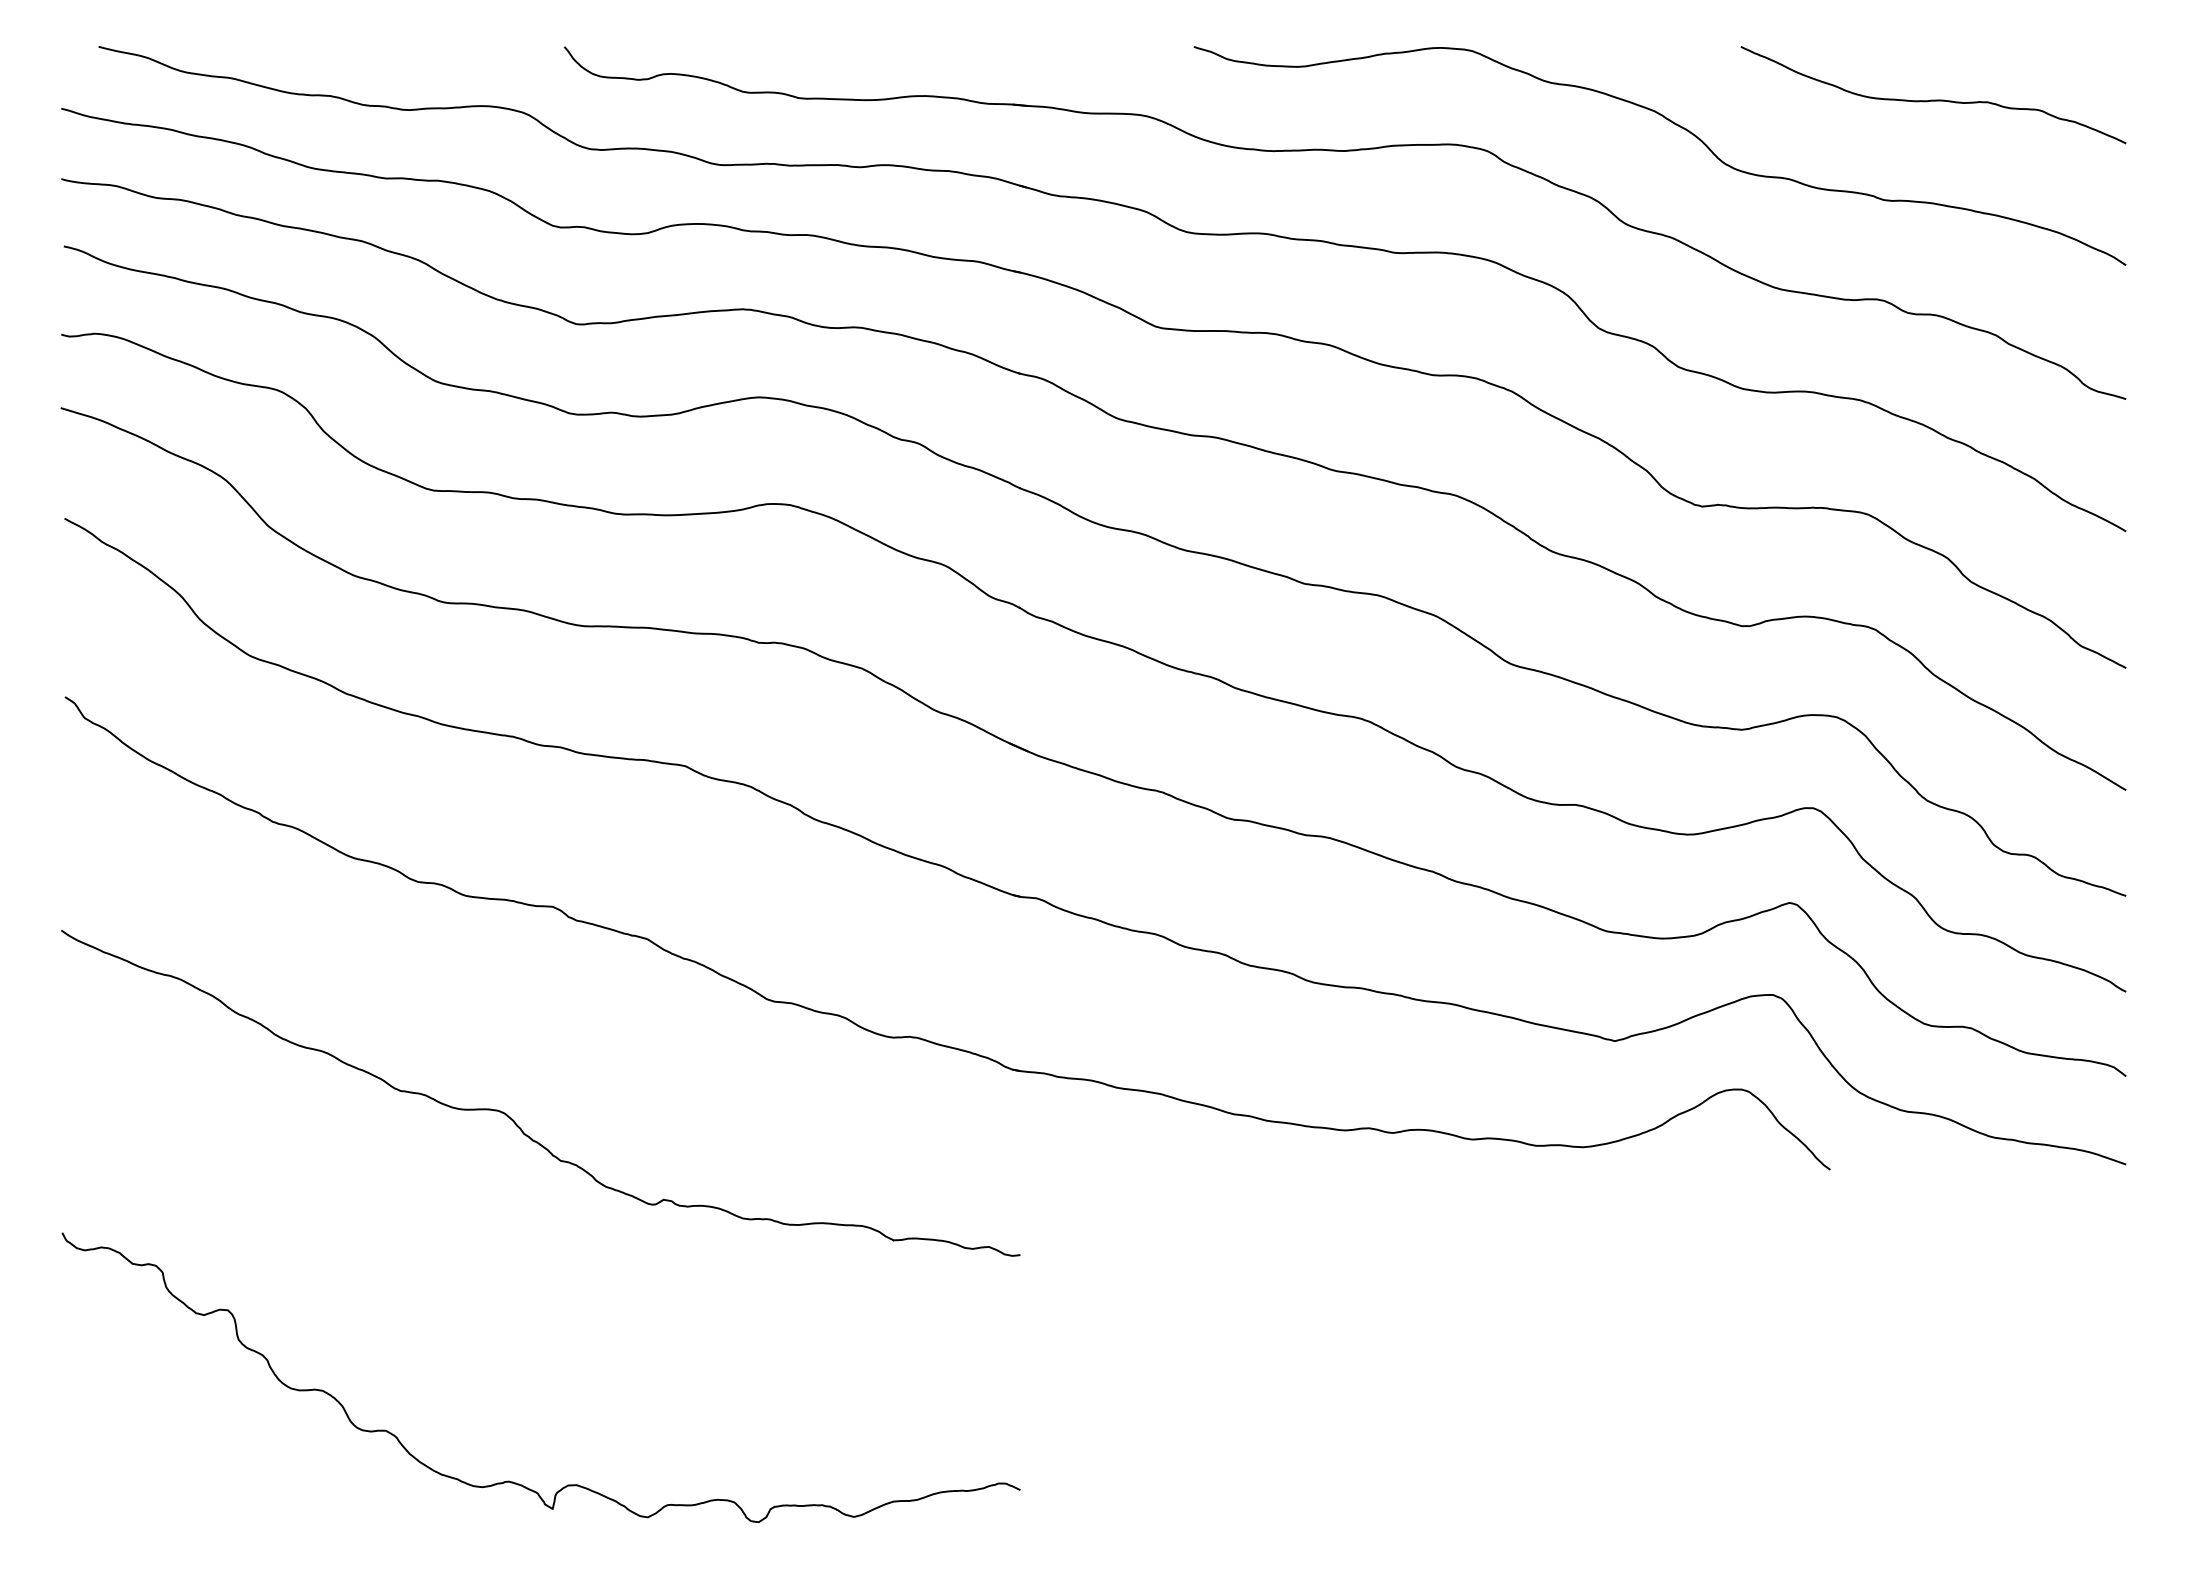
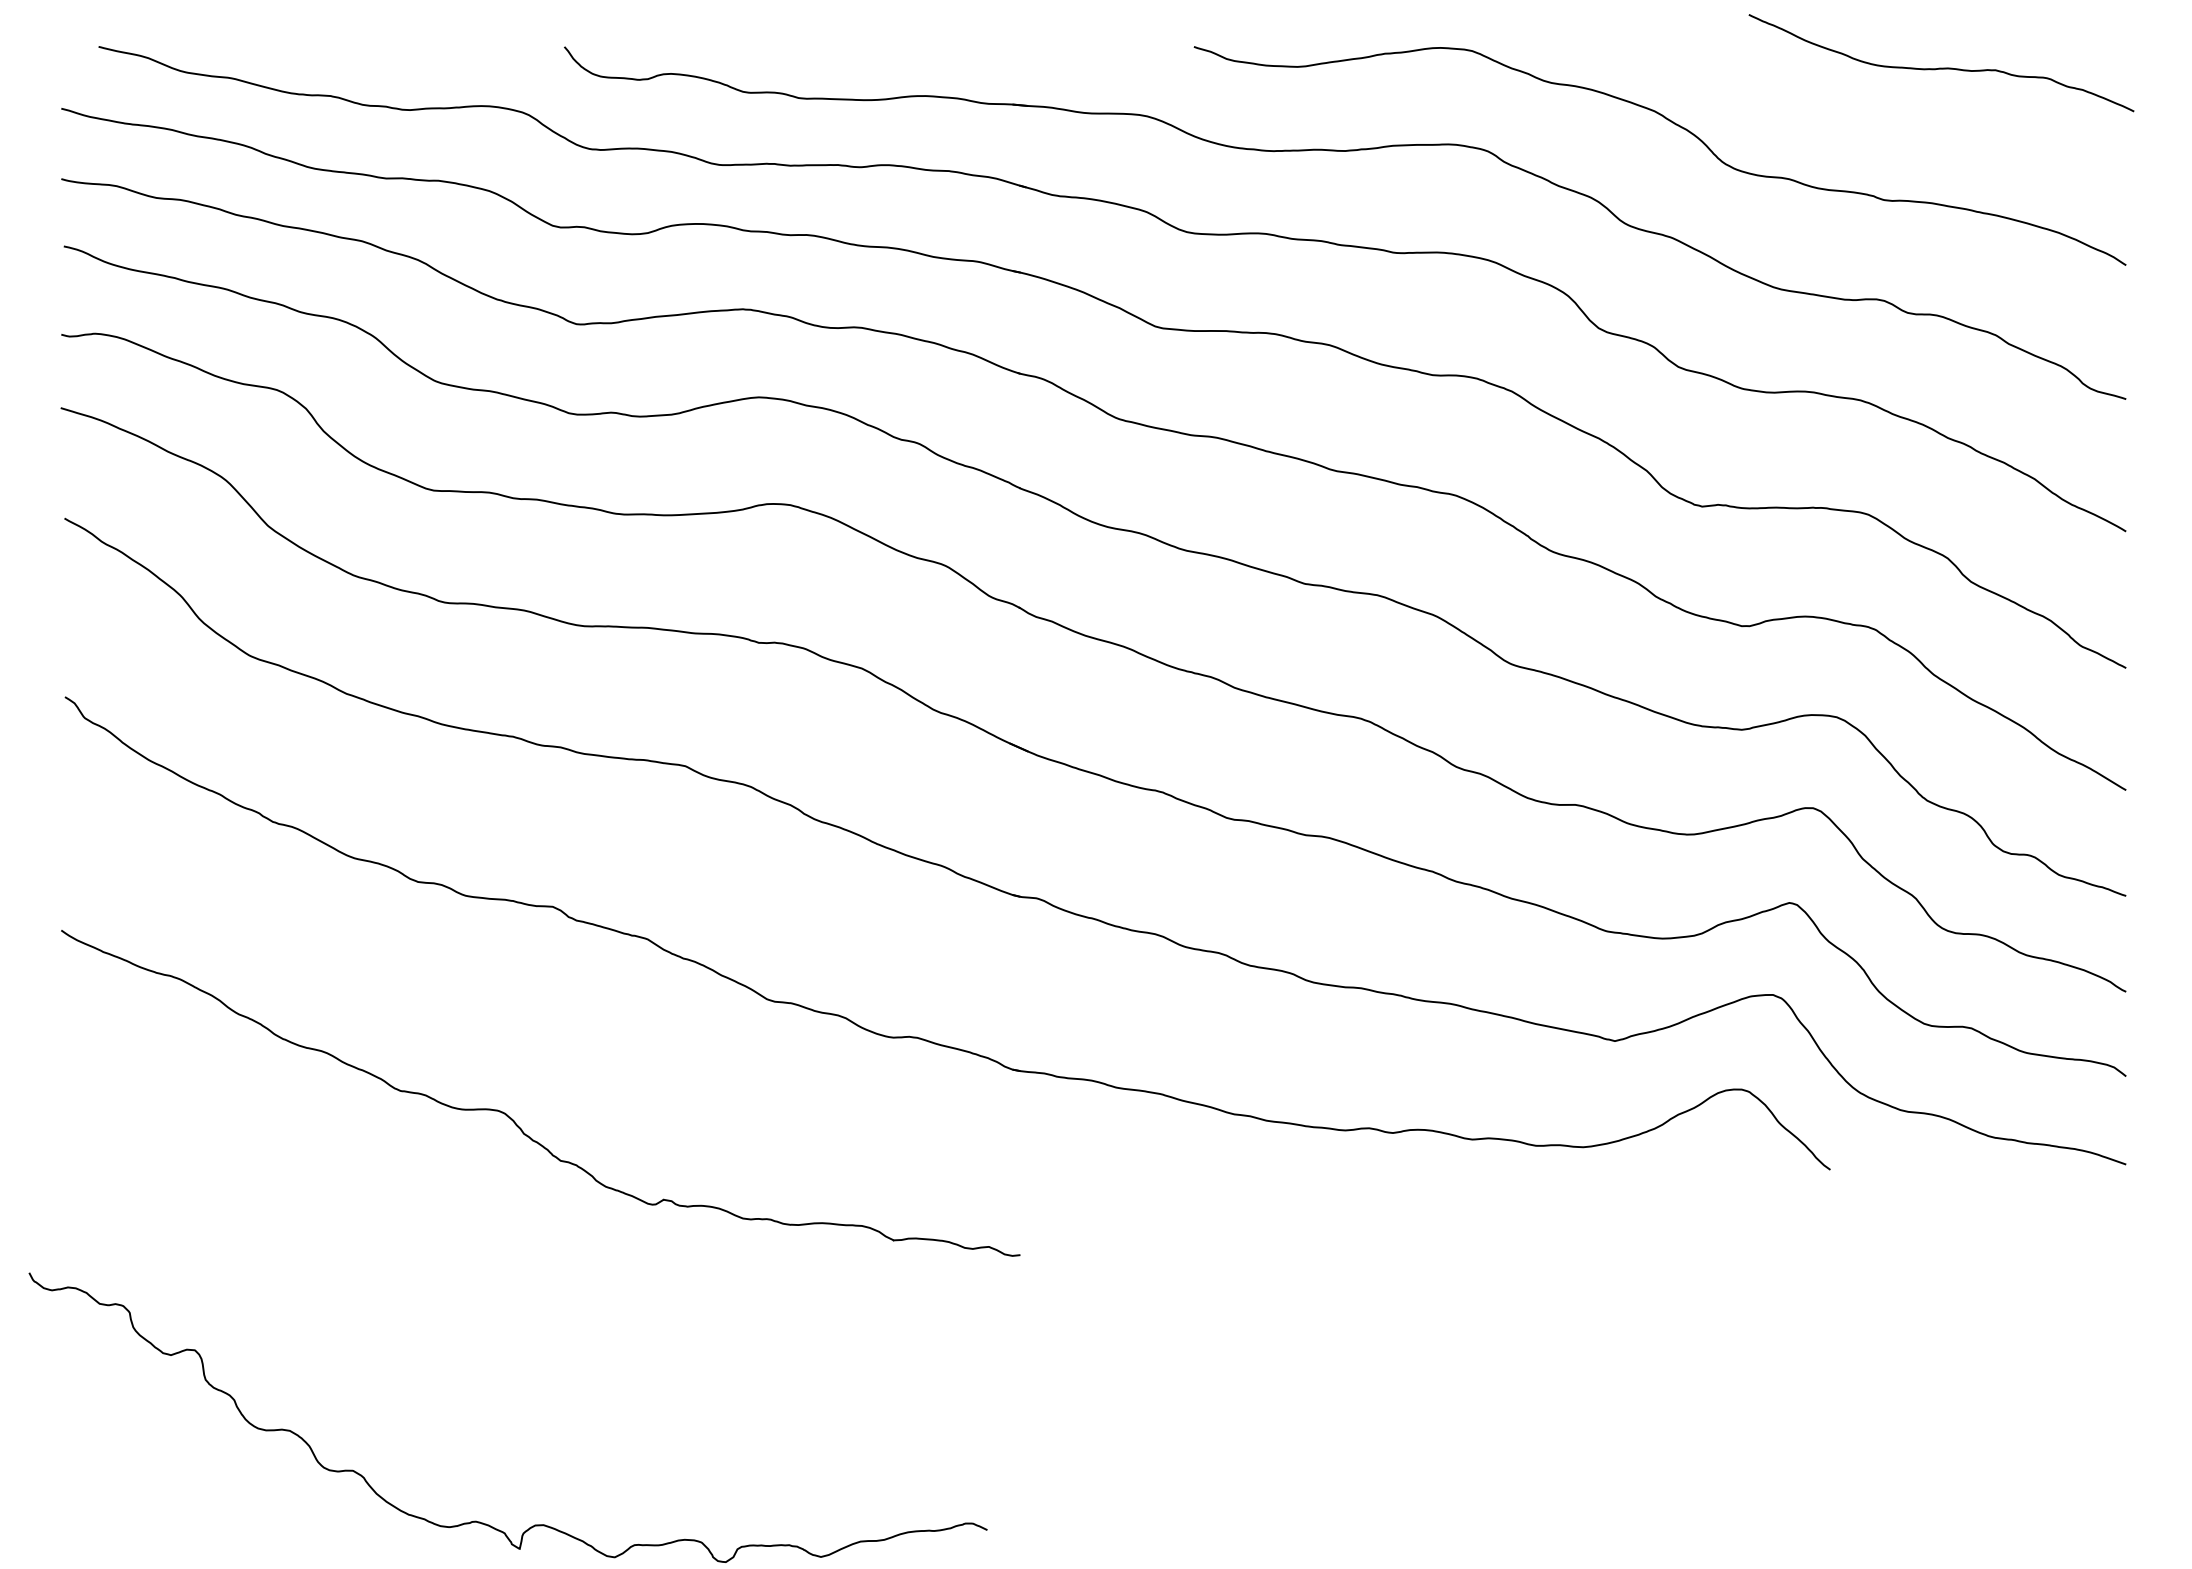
curve at (1933, 99) position: (1933, 99) -> (1941, 67)
curve at (513, 1481) position: (513, 1481) -> (480, 1521)
